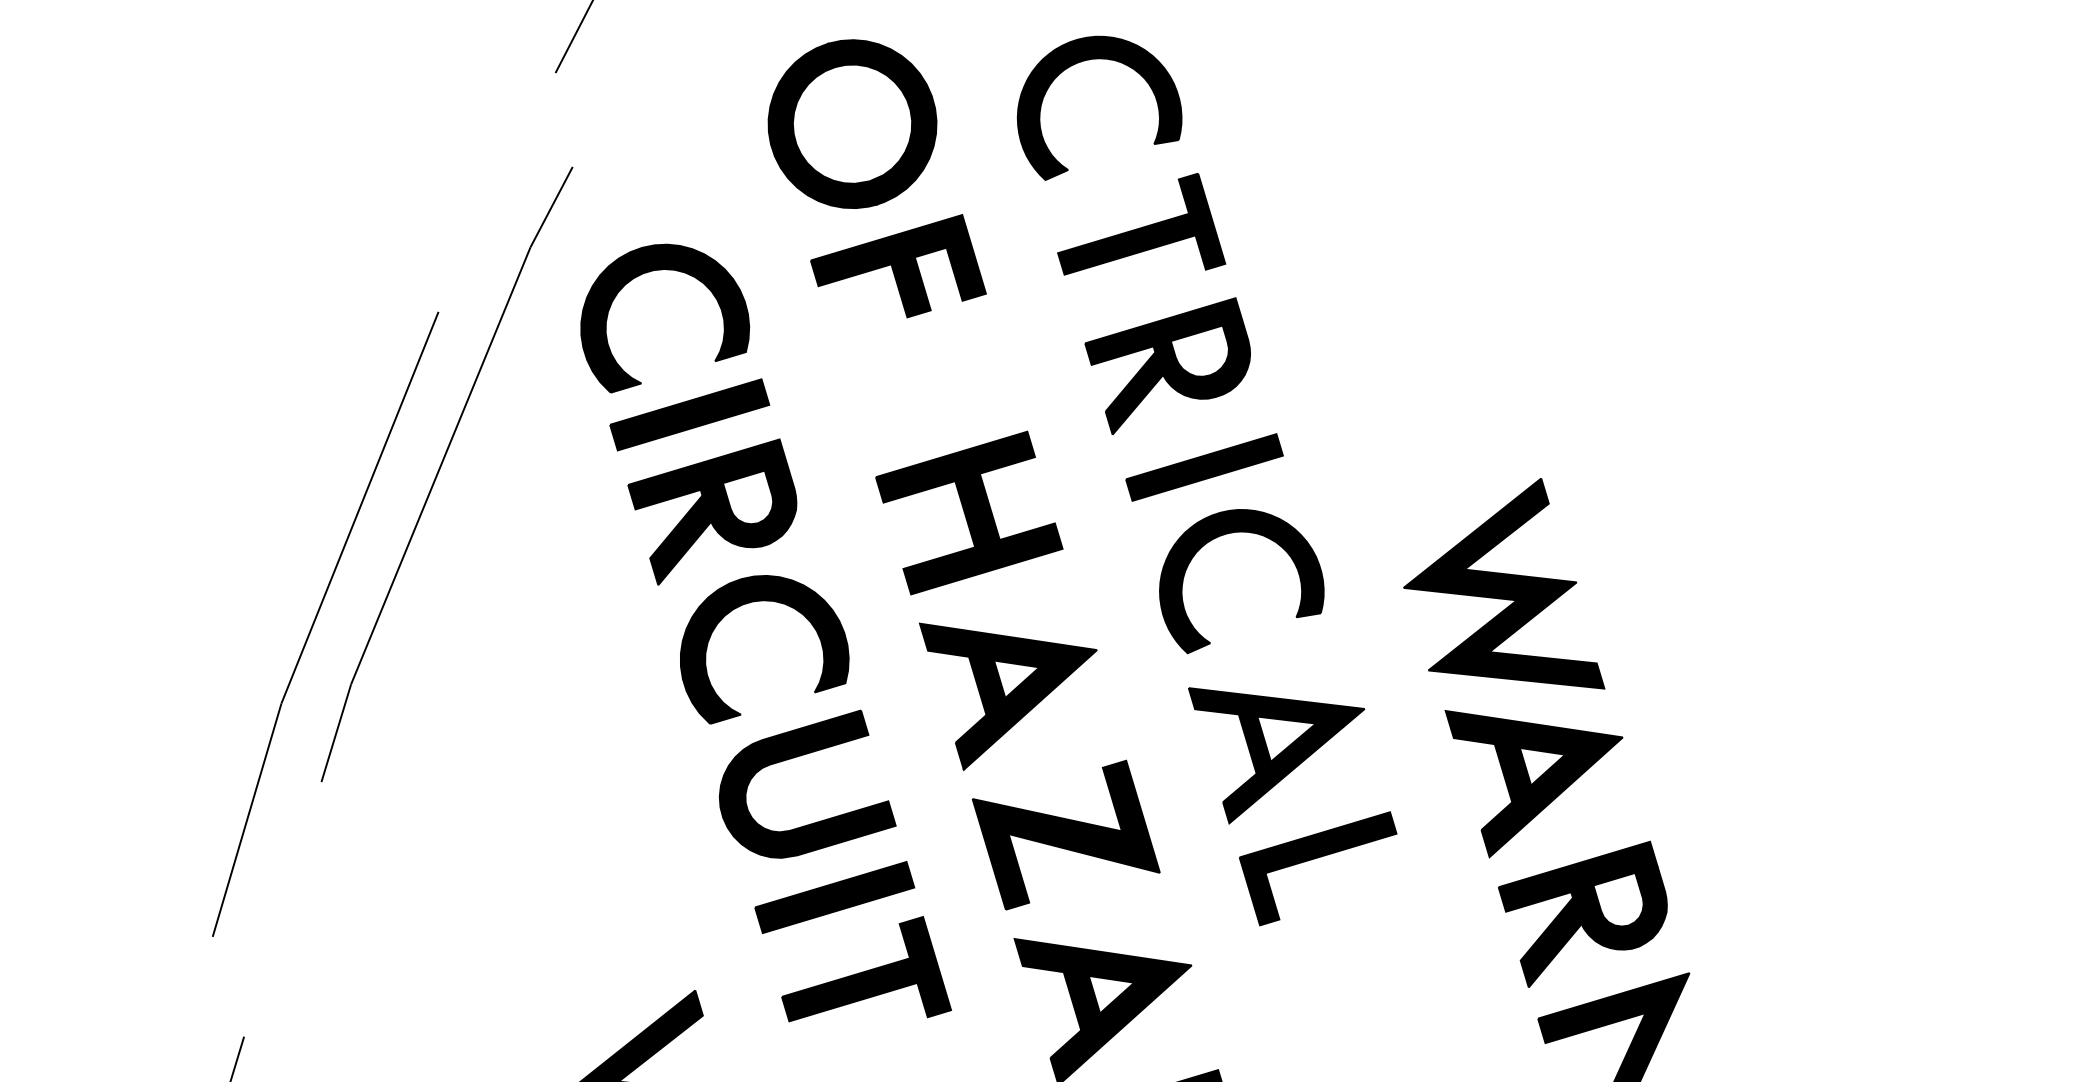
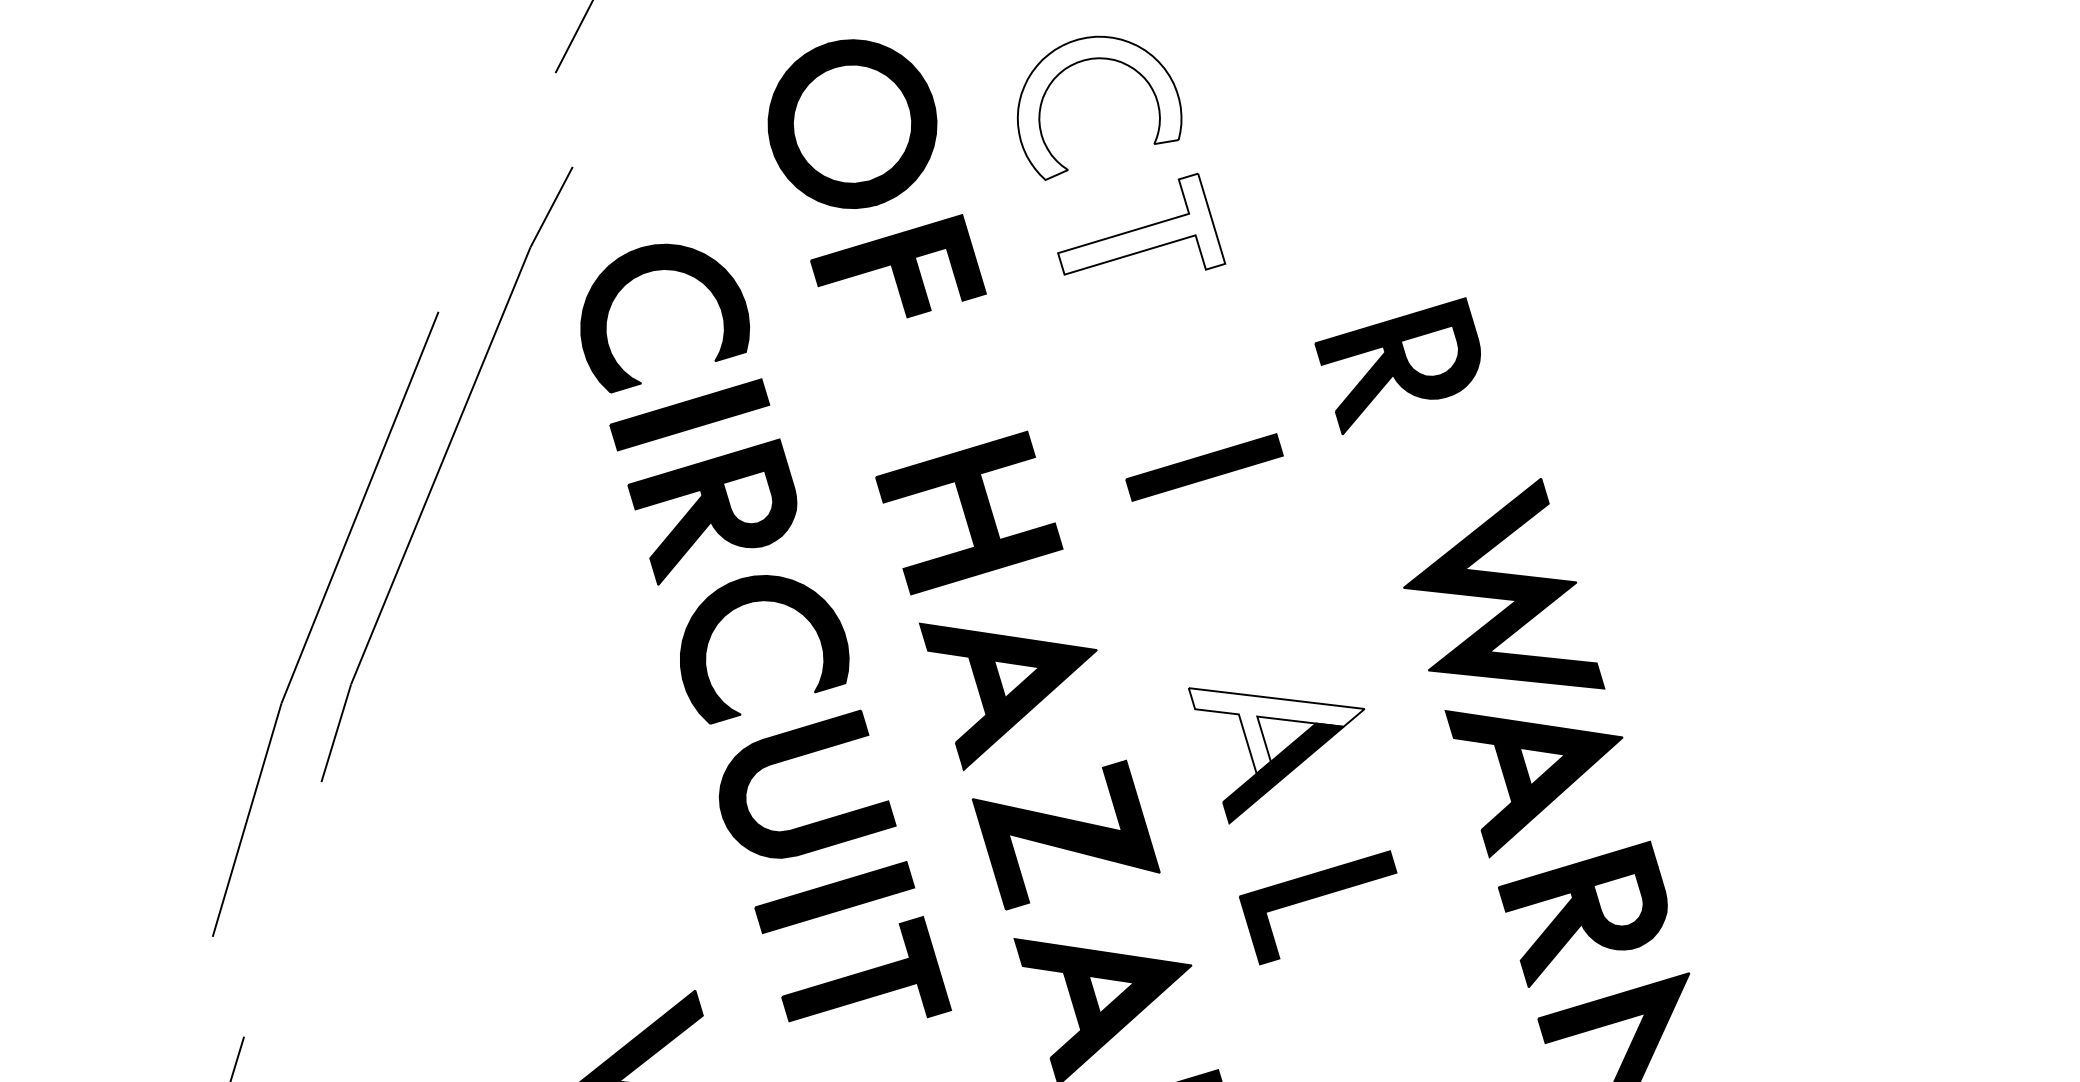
fill at (1099, 108): present -> none
fill at (1141, 223): present -> none
part at (1167, 366) position: (1167, 366) -> (1397, 366)
part at (1232, 533): present -> none
fill at (1276, 730): present -> none
part at (1314, 859) position: (1314, 859) -> (1314, 898)
